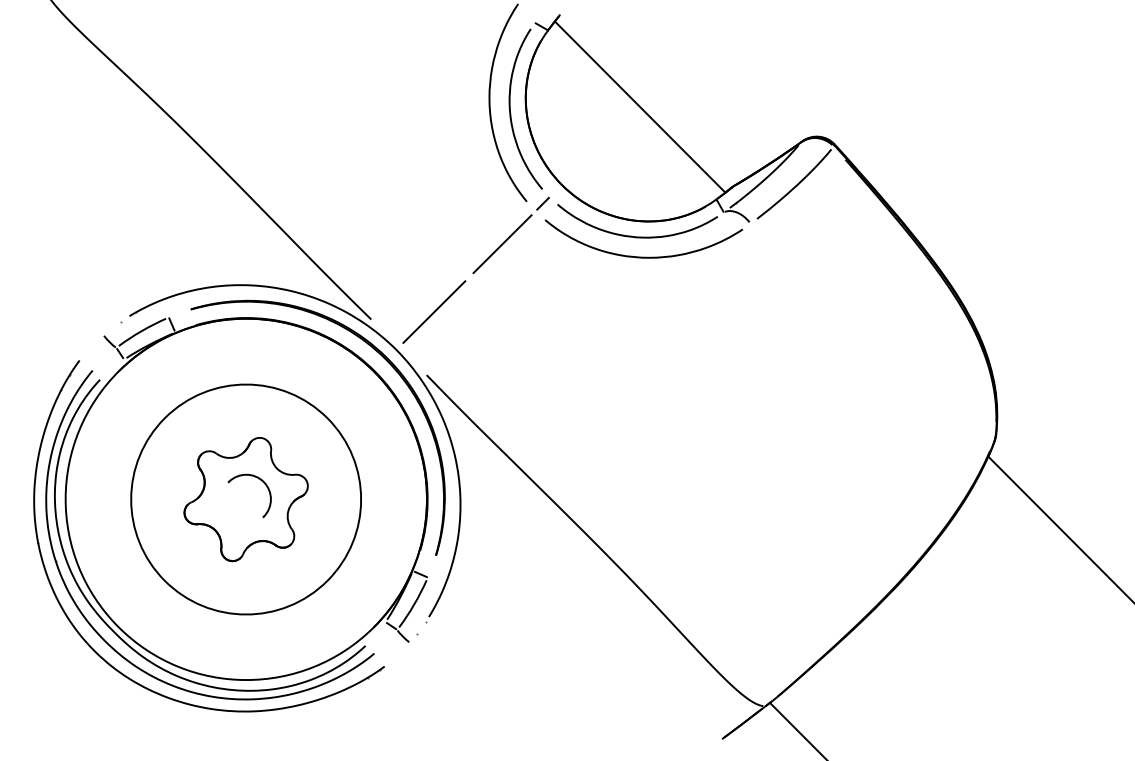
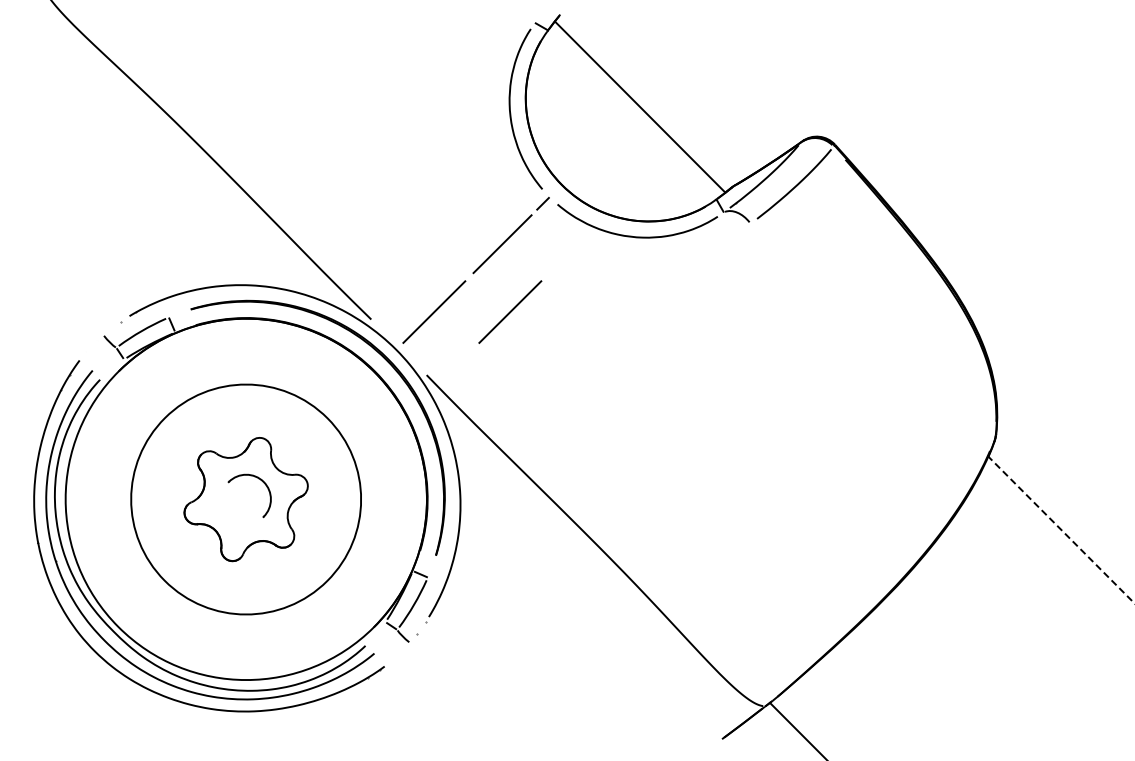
curve at (490, 102): present -> none
curve at (643, 256): present -> none
line at (510, 311): none -> present
line at (1061, 529): solid -> dashed
